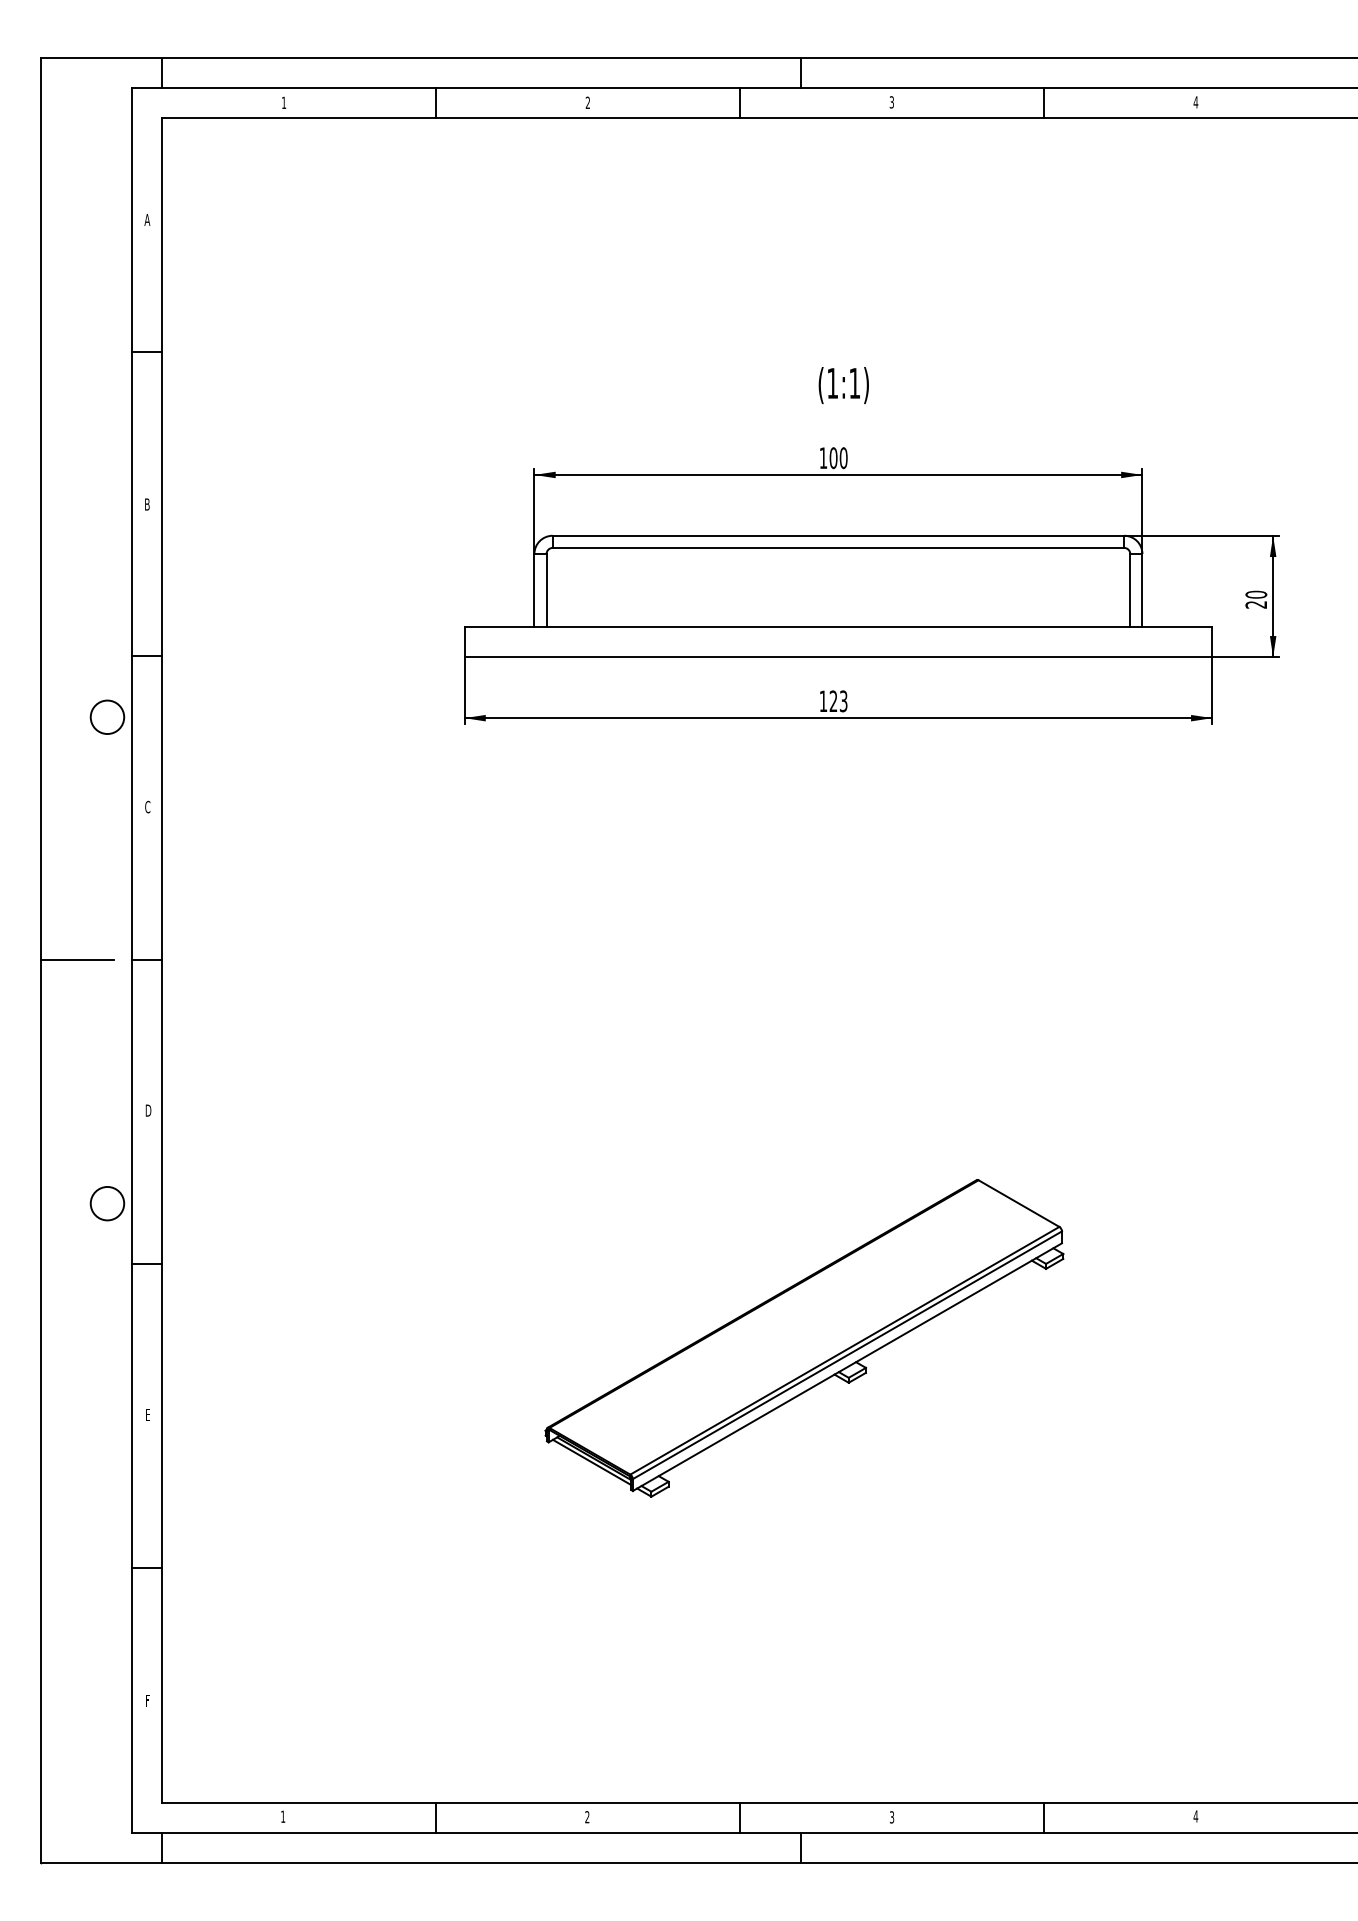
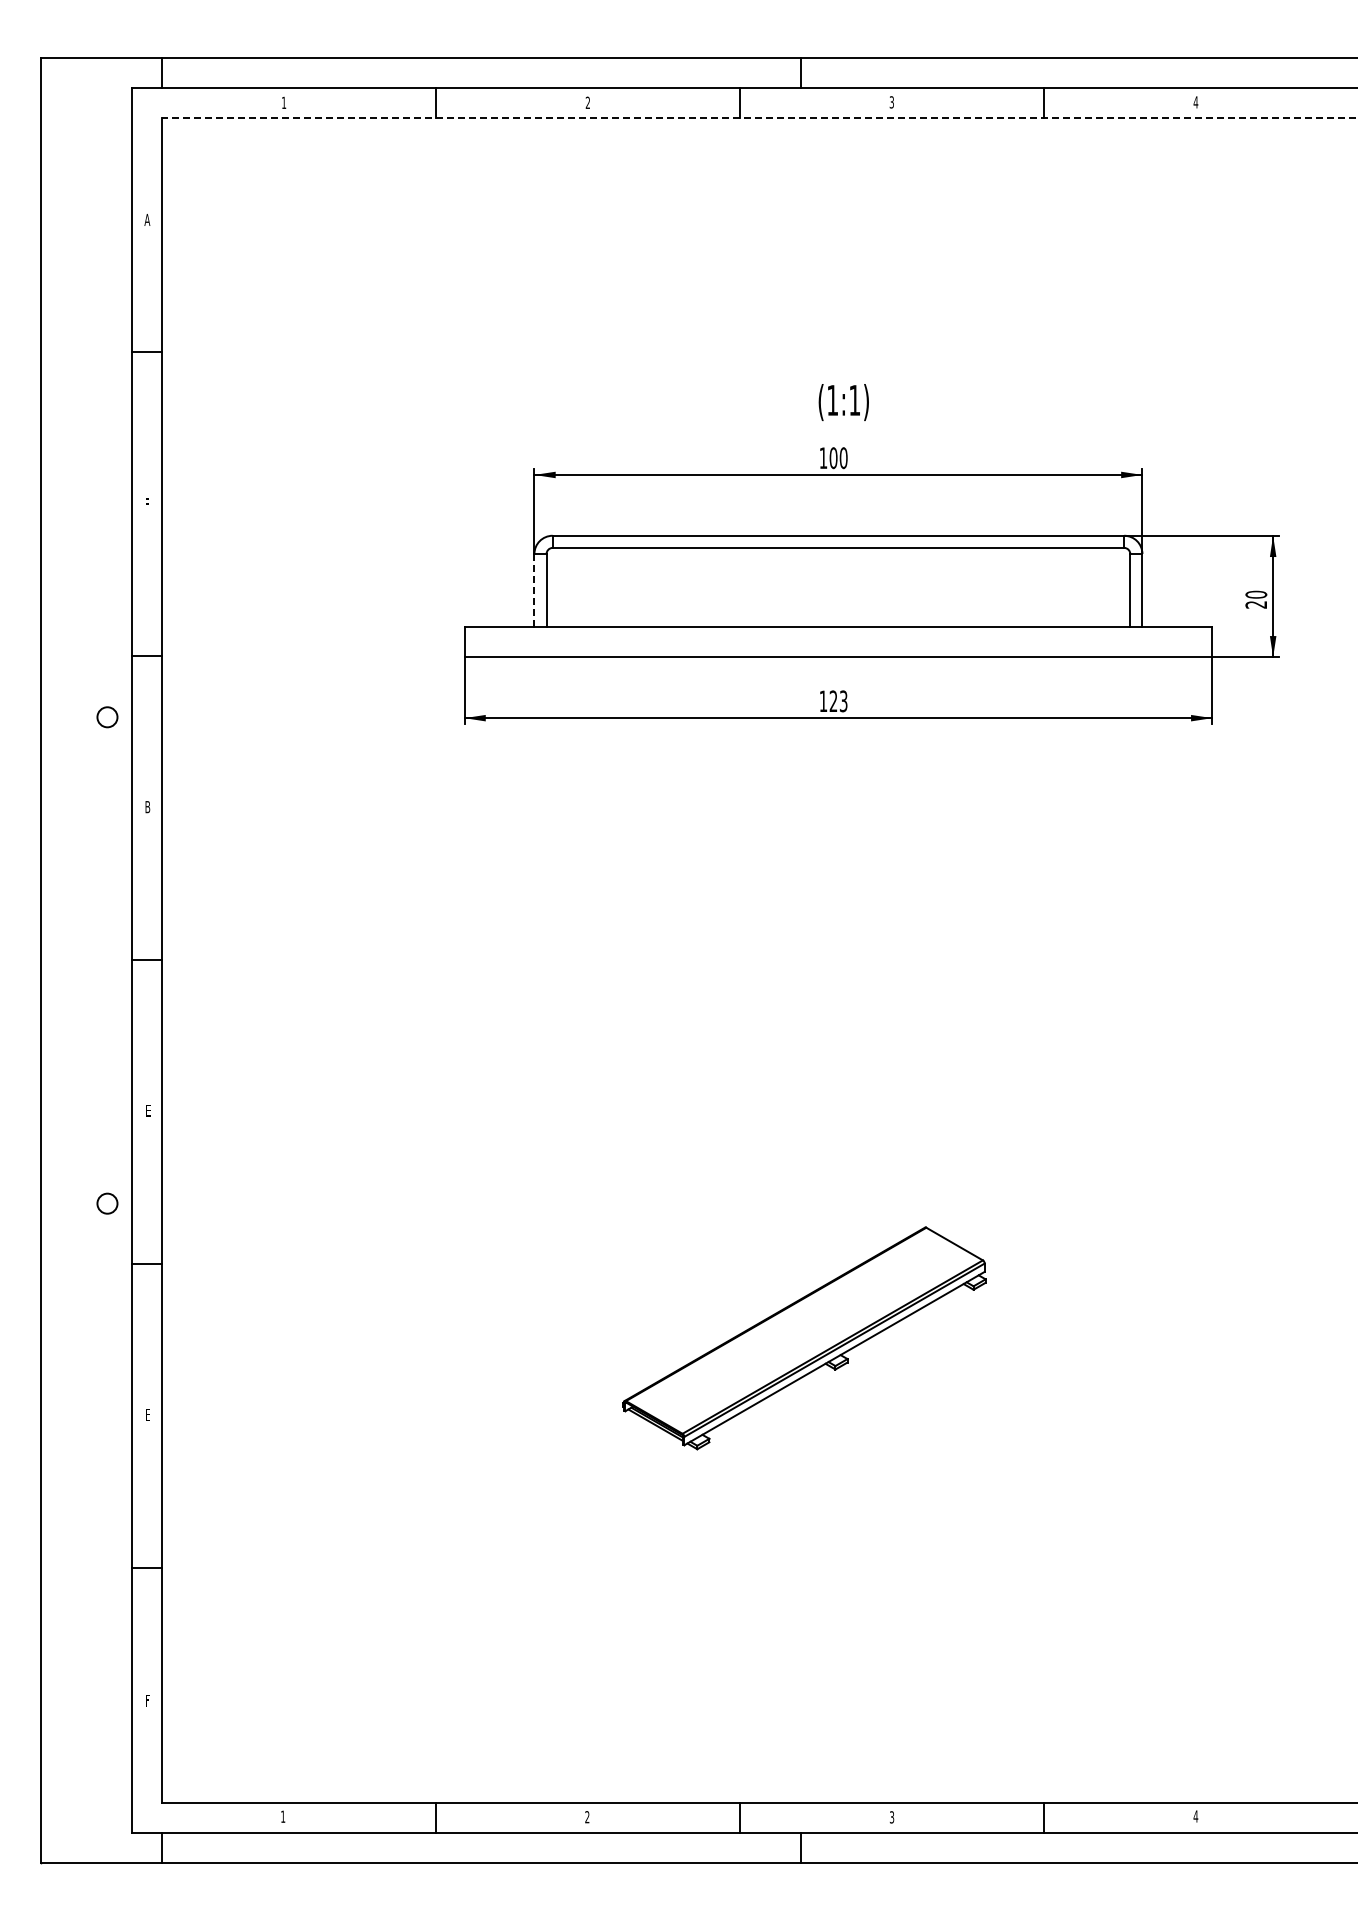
line at (759, 118): solid -> dashed
text at (843, 385) position: (843, 385) -> (843, 402)
text at (147, 504): B -> F
line at (534, 590): solid -> dashed
circle at (107, 717) diameter: 33 px -> 20 px
text at (147, 806): C -> B
line at (76, 960): present -> none
text at (148, 1110): D -> E
circle at (107, 1203) diameter: 33 px -> 20 px
part at (804, 1338) size: 521x319 px -> 365x225 px
